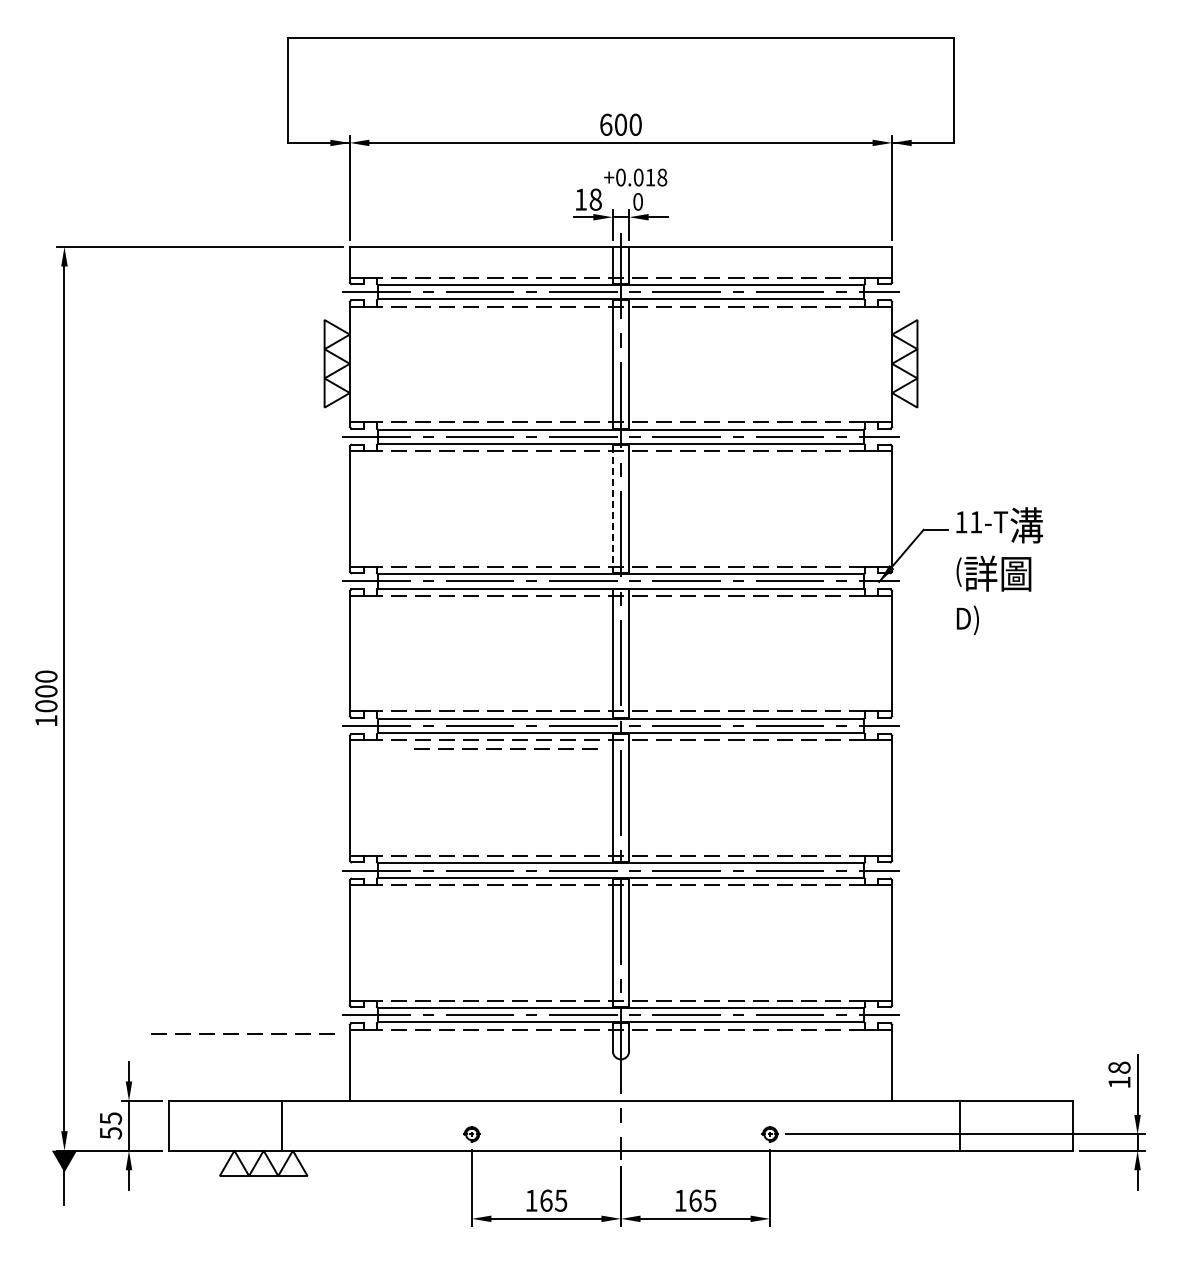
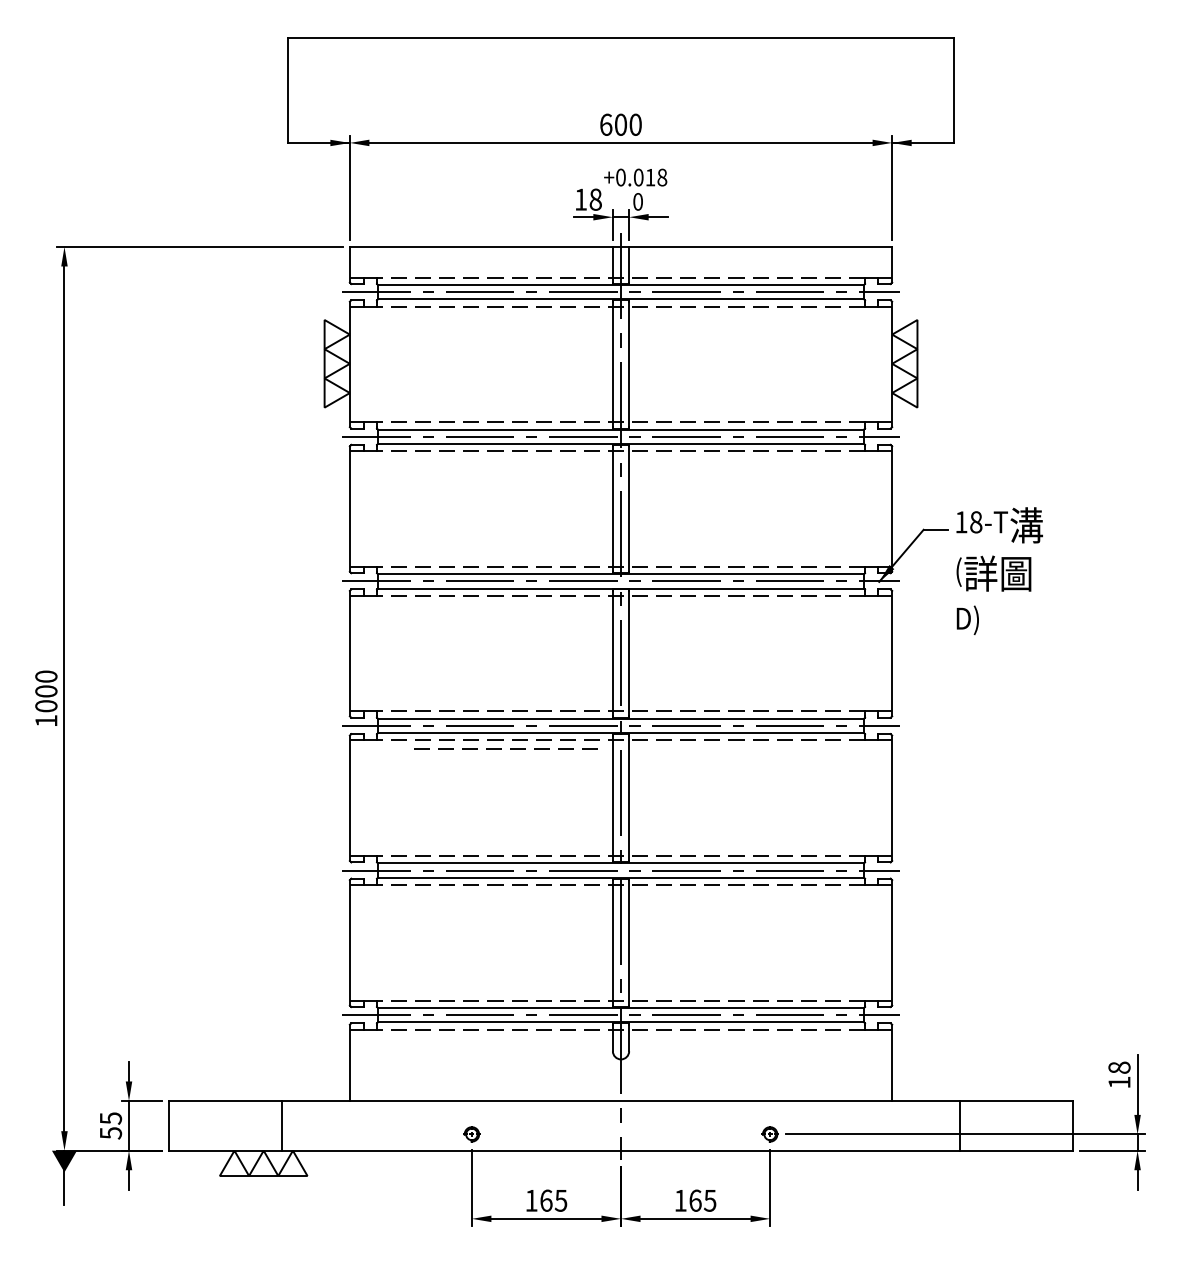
line at (612, 509): dashed -> solid
text at (976, 522): 11-T -> 18-T
line at (238, 1033): present -> none
